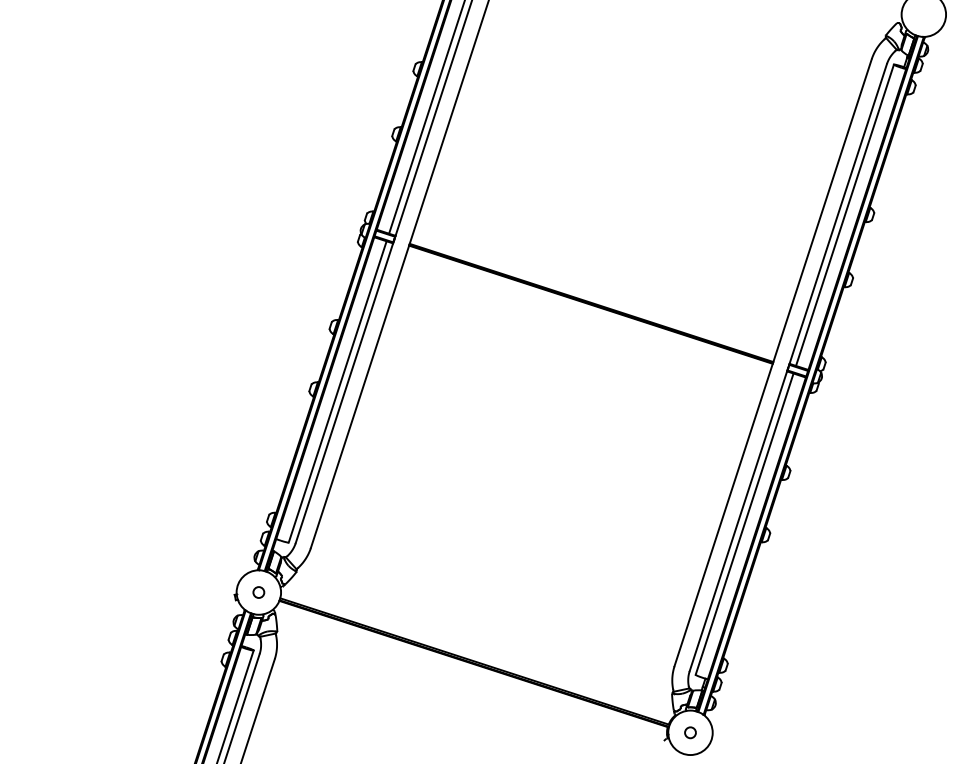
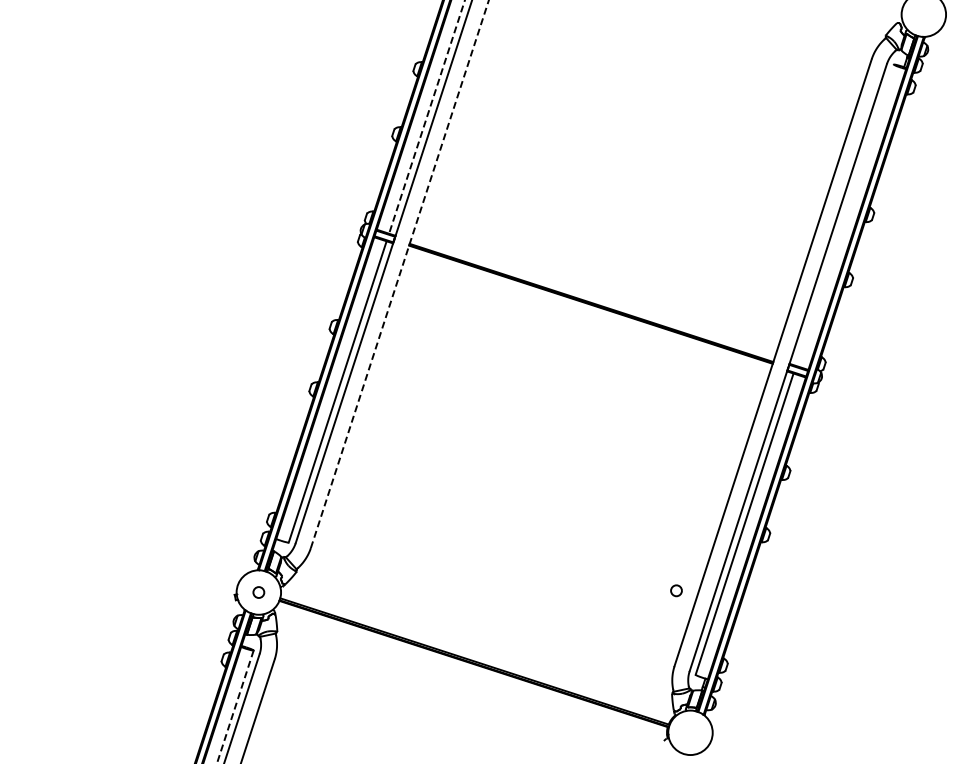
line at (426, 117): solid -> dashed
line at (844, 214): present -> none
line at (399, 274): solid -> dashed
line at (235, 707): solid -> dashed
circle at (690, 732) position: (690, 732) -> (676, 590)
